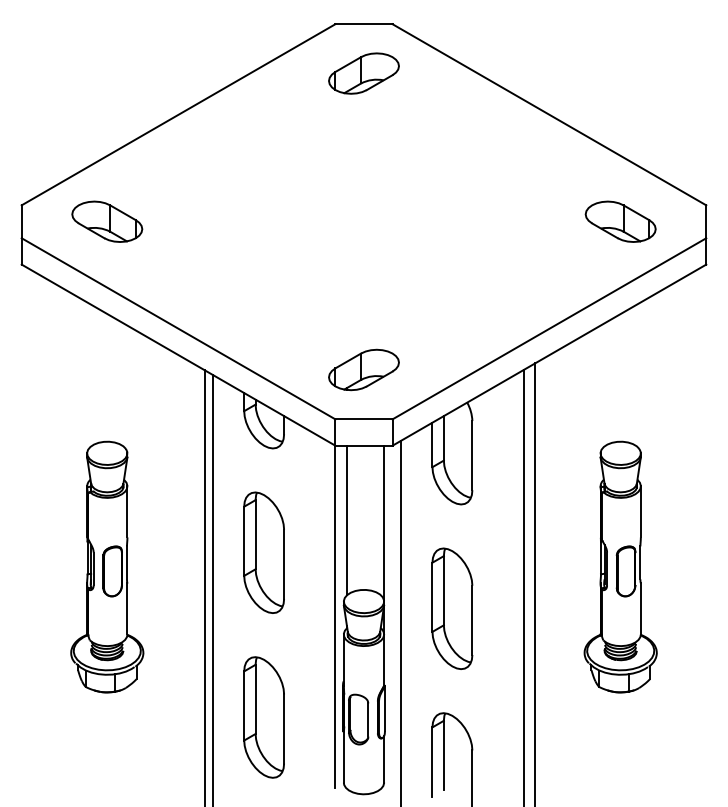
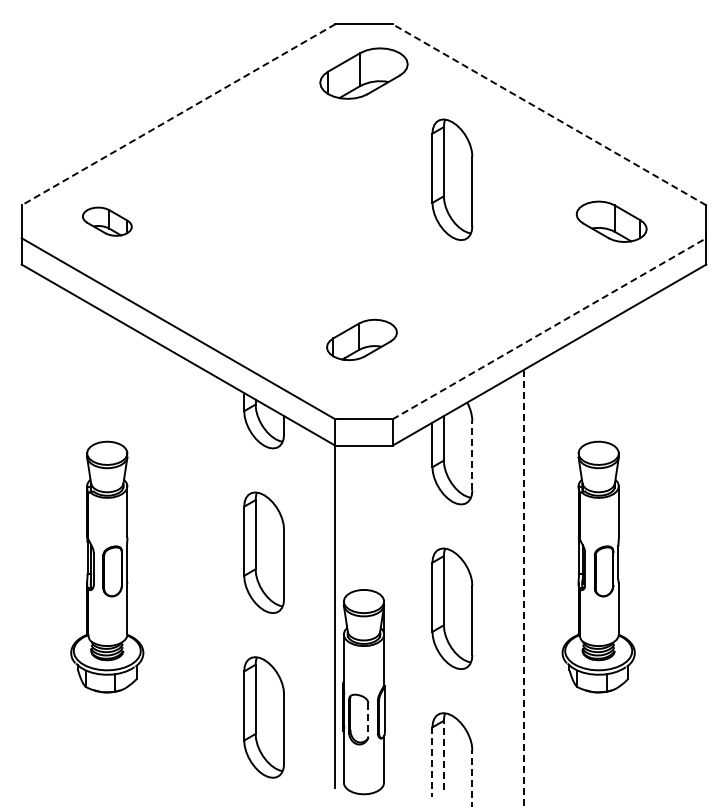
part at (363, 73) size: 72x43 px -> 90x53 px
line at (548, 114): solid -> dashed
line at (178, 115): solid -> dashed
part at (452, 179): none -> present
part at (107, 221) size: 73x43 px -> 51x31 px
part at (620, 221) position: (620, 221) -> (611, 221)
line at (549, 328): solid -> dashed
part at (363, 369) position: (363, 369) -> (361, 339)
line at (472, 455): solid -> dashed
line at (346, 520): present -> none
line at (383, 522): present -> none
part at (620, 566) position: (620, 566) -> (598, 566)
line at (535, 583): present -> none
line at (204, 586): present -> none
line at (212, 588): present -> none
line at (523, 588): solid -> dashed
line at (401, 621): present -> none
line at (368, 720): solid -> dashed
line at (443, 755): solid -> dashed
line at (432, 761): solid -> dashed
line at (472, 778): solid -> dashed
